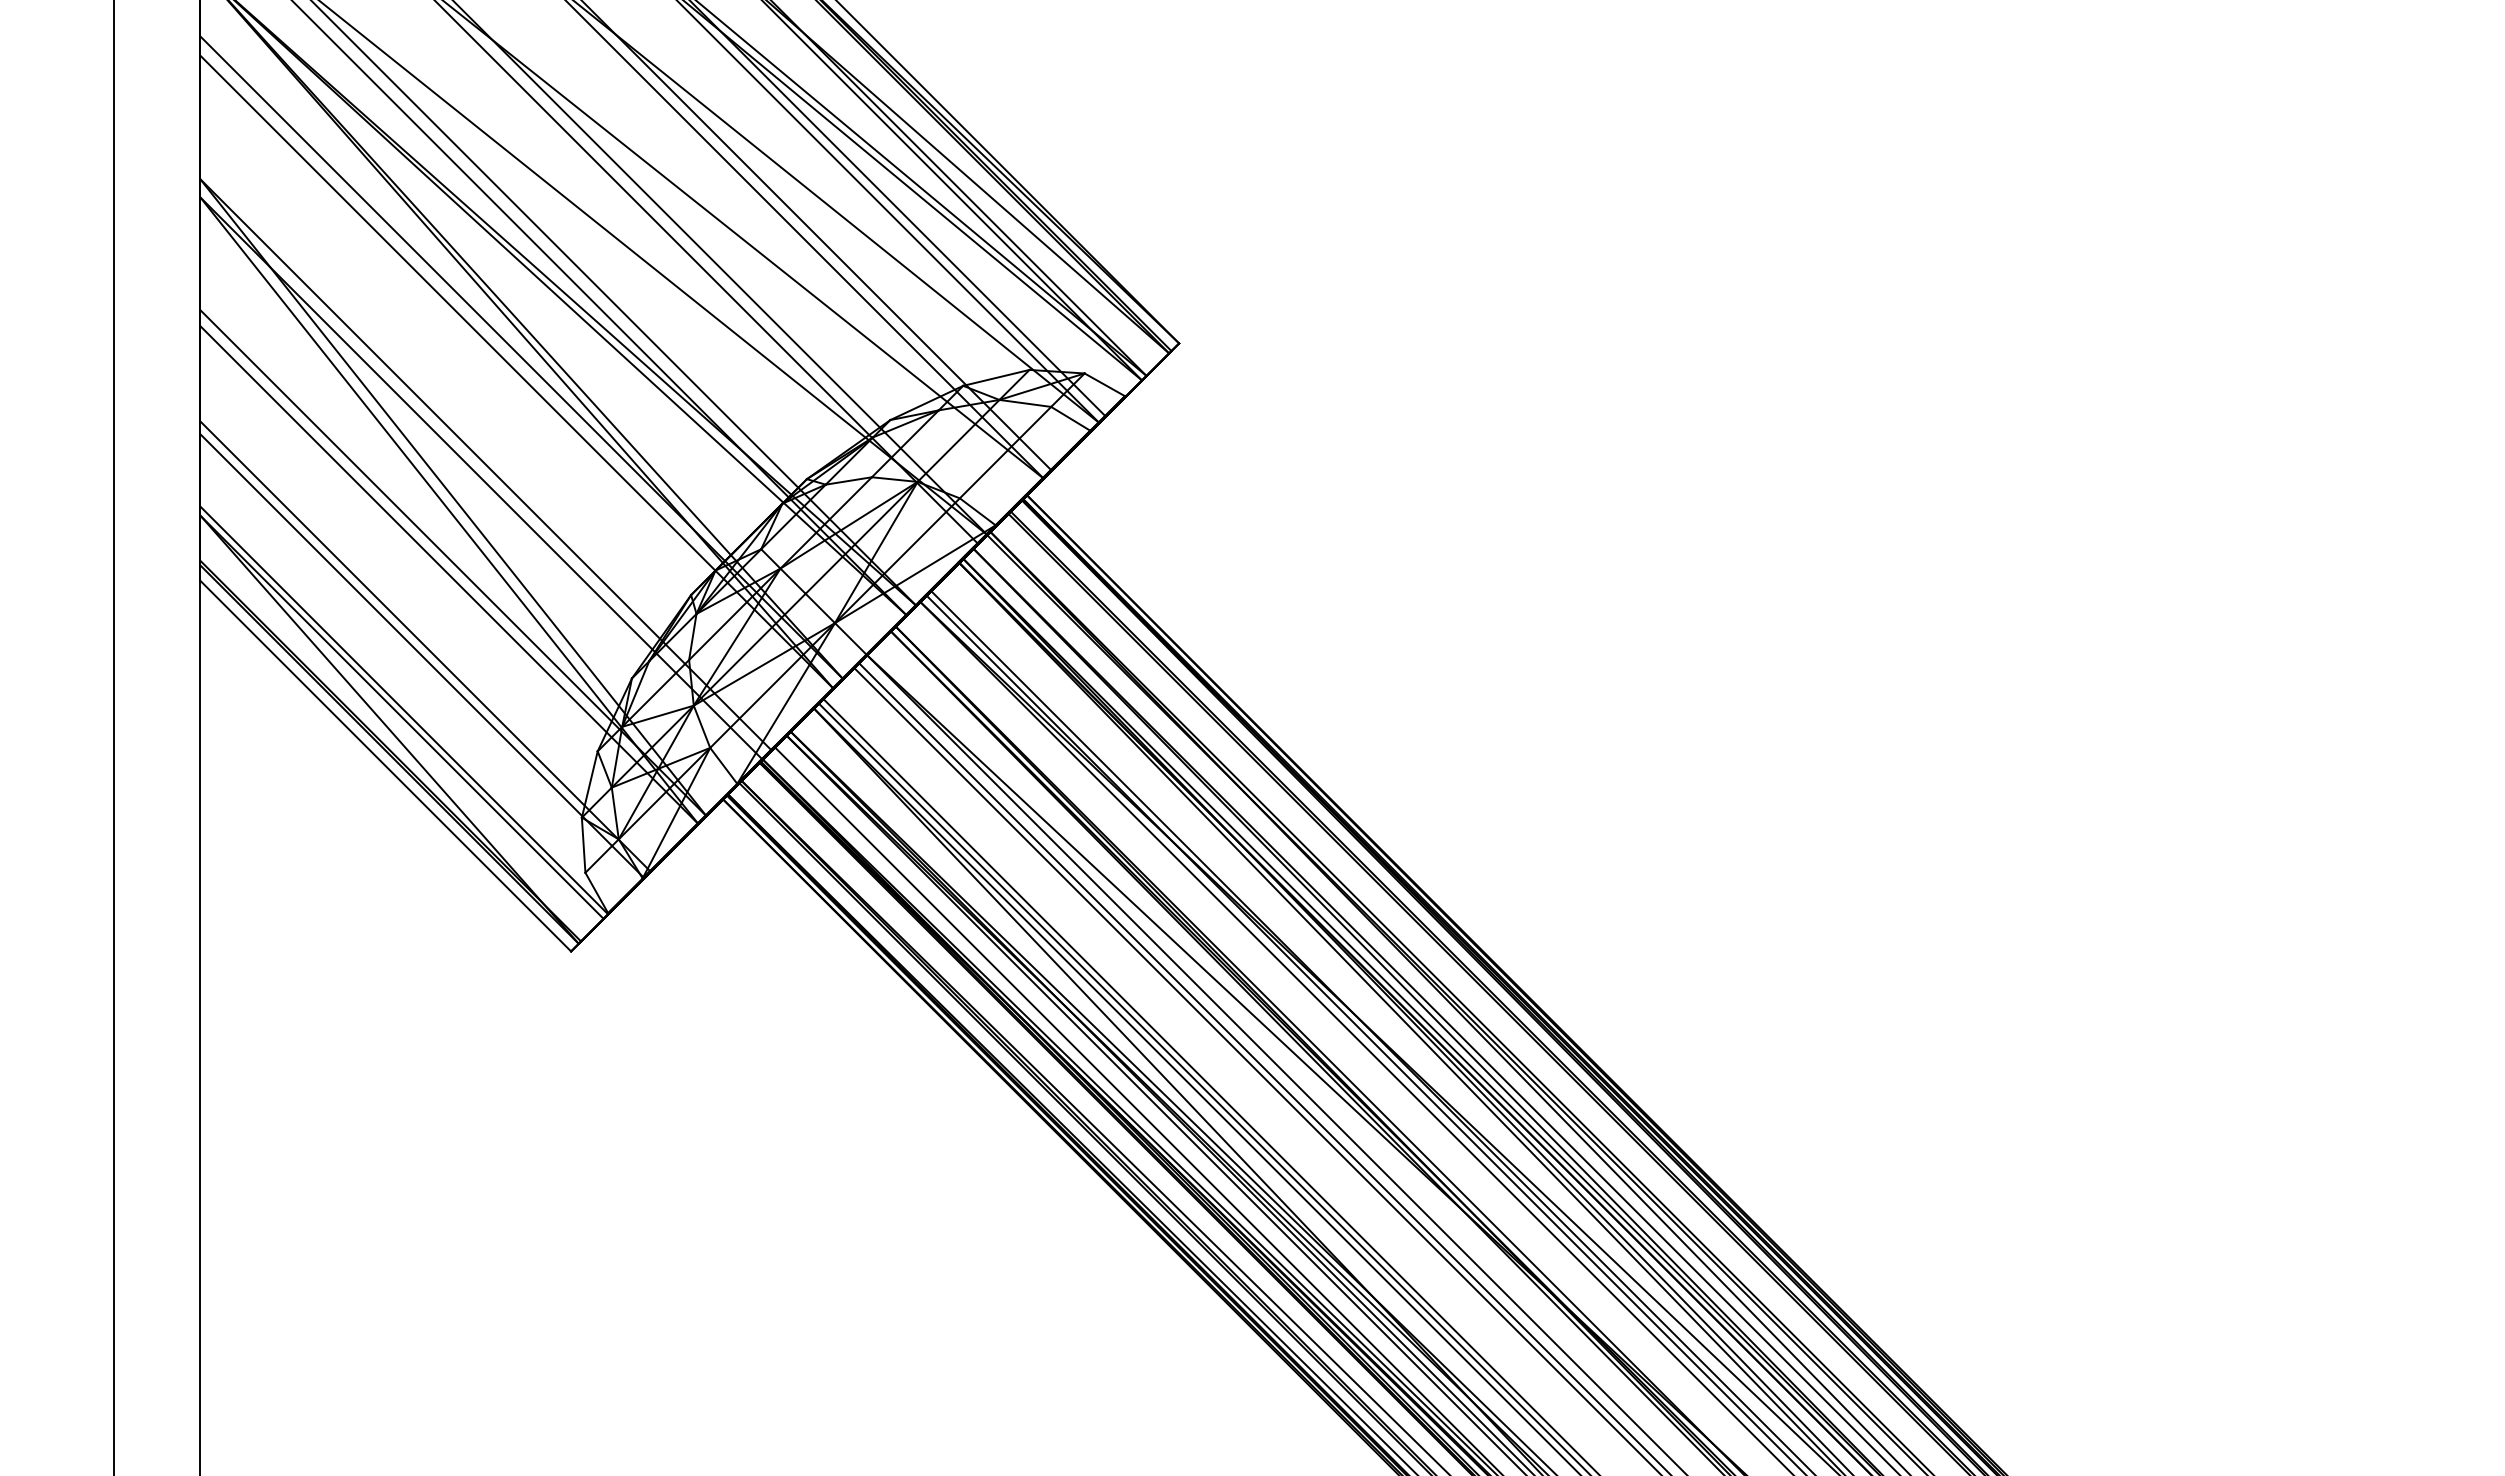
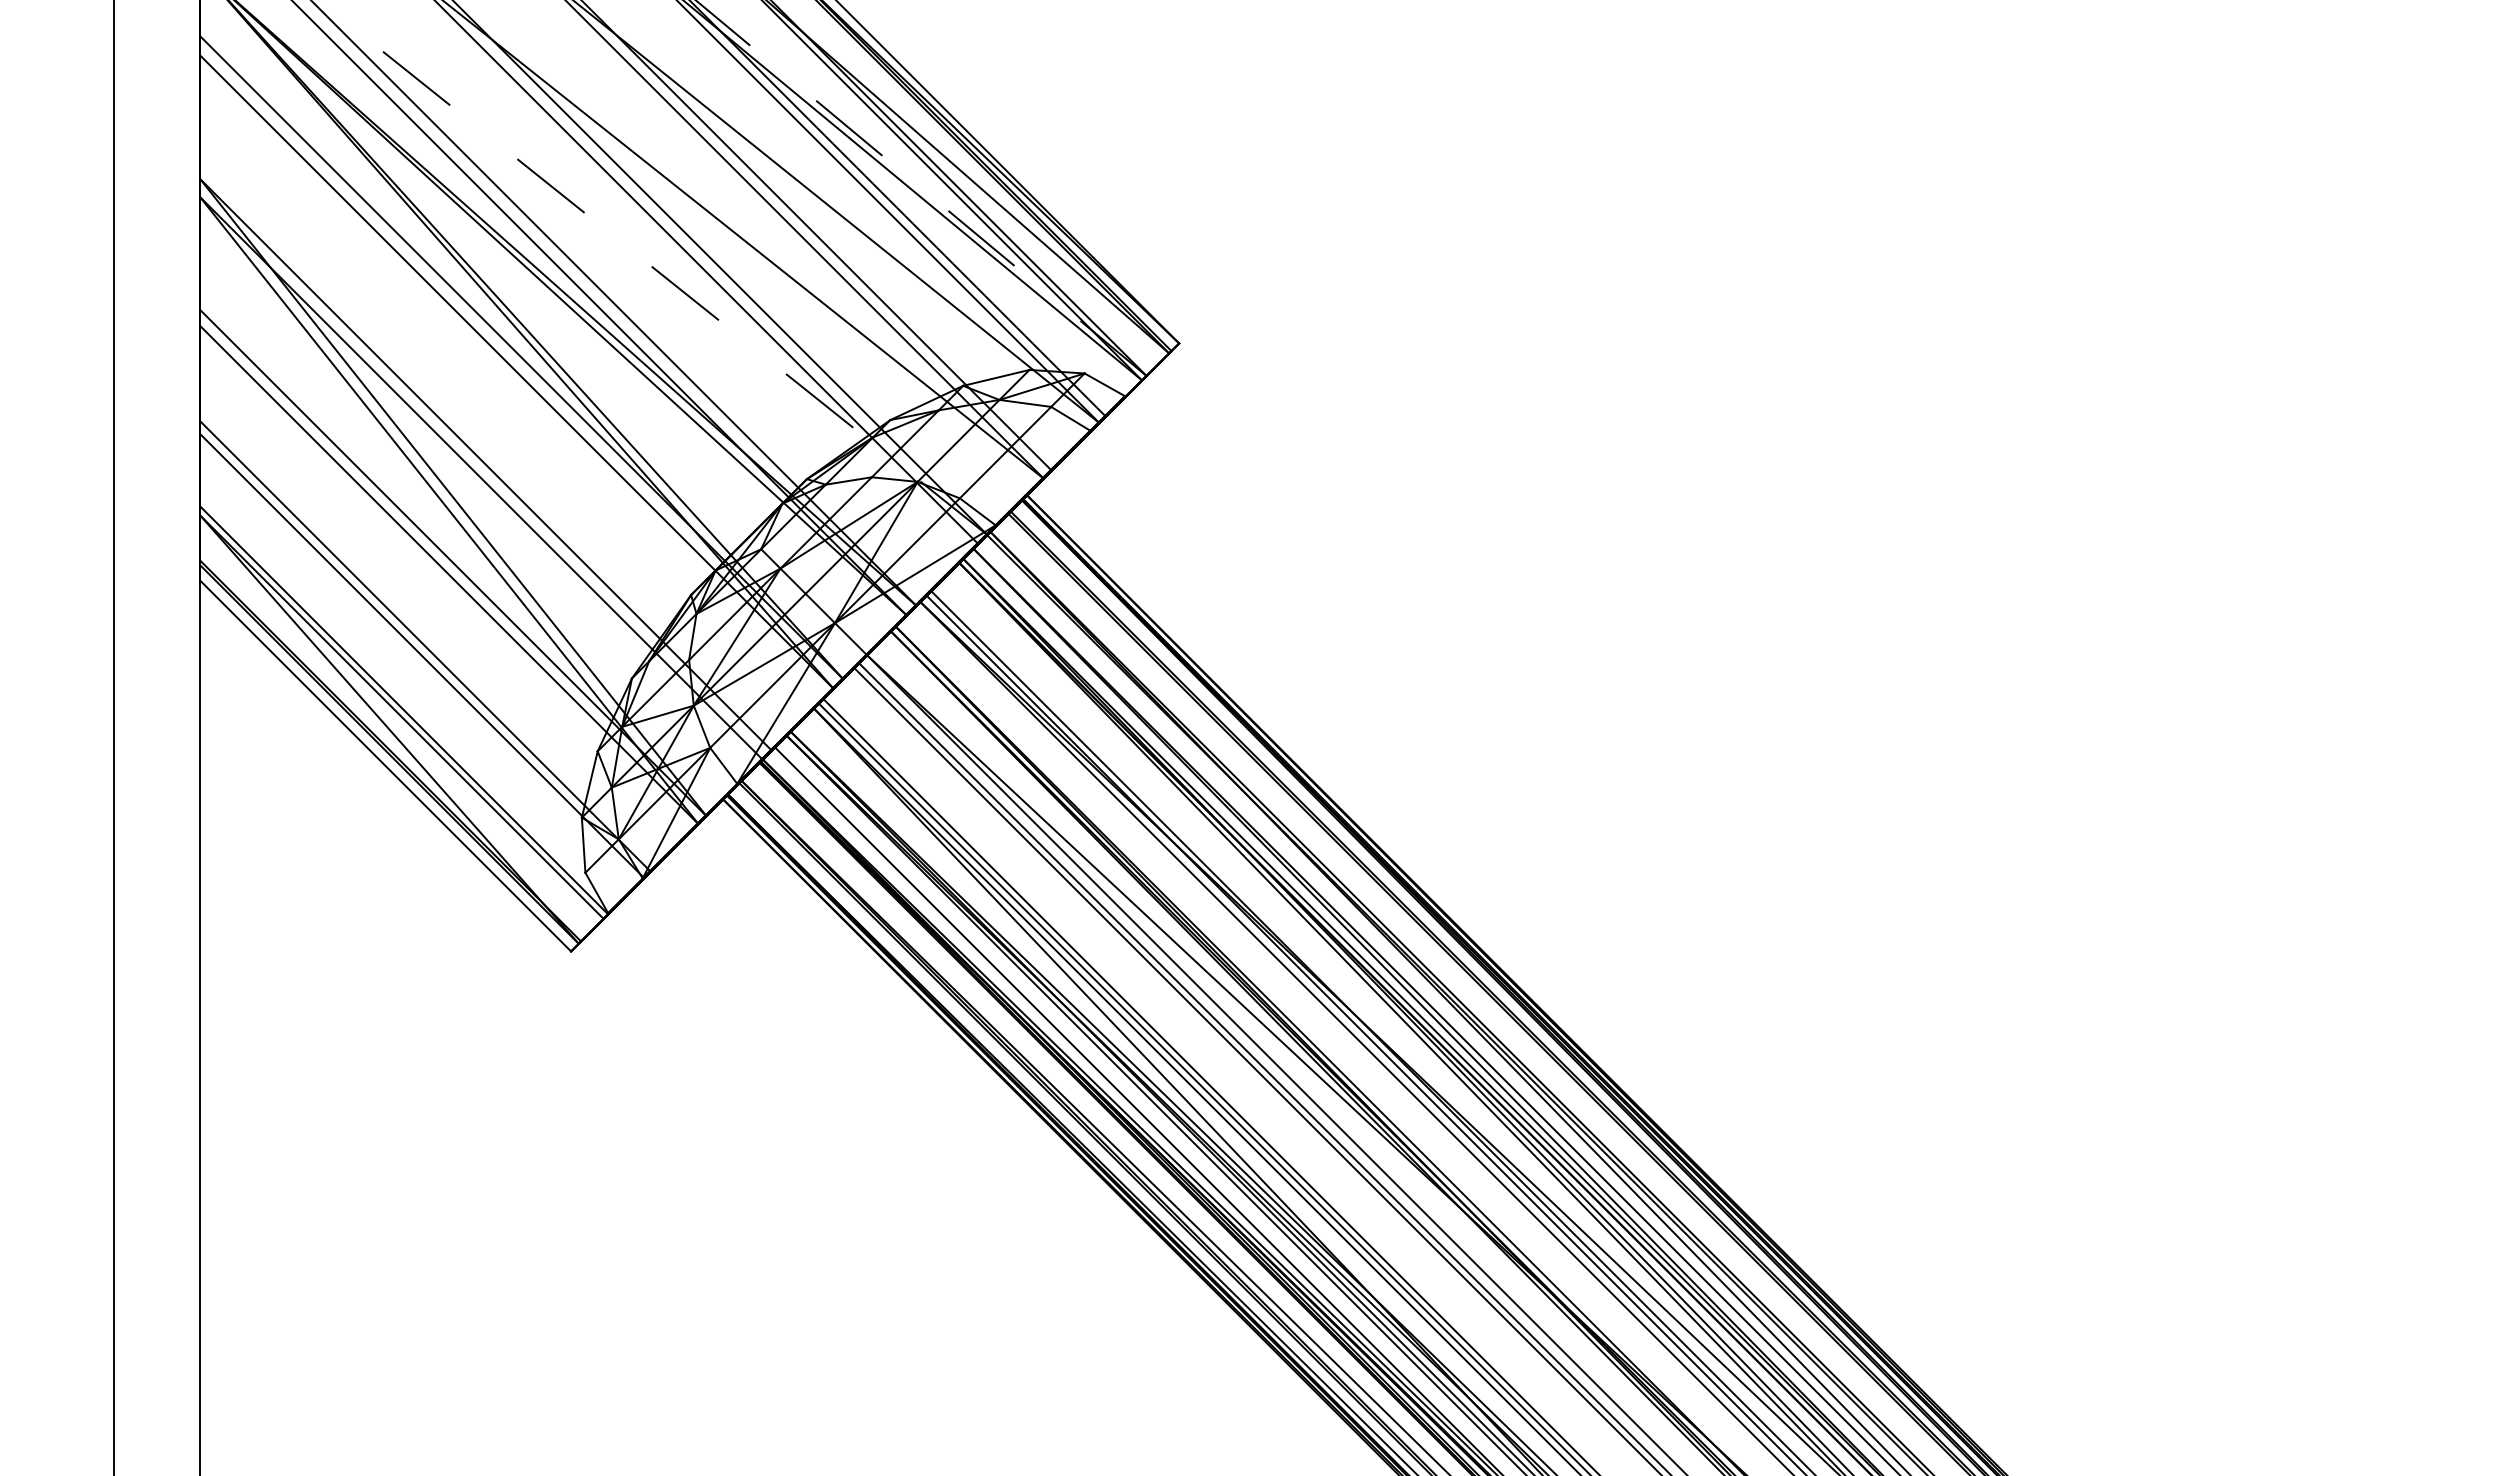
line at (920, 187): solid -> dashed
line at (652, 267): solid -> dashed
